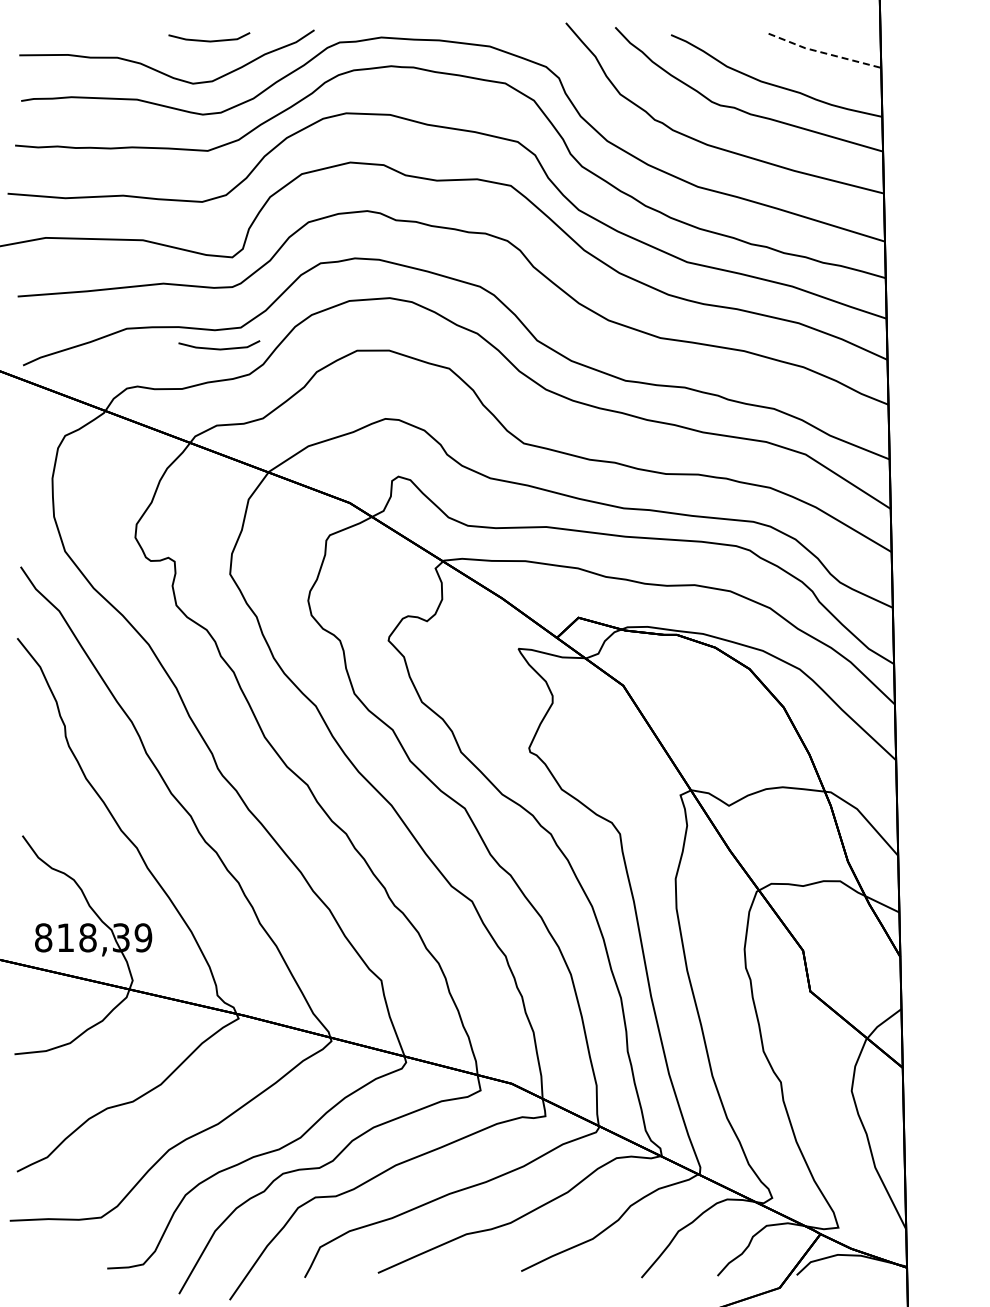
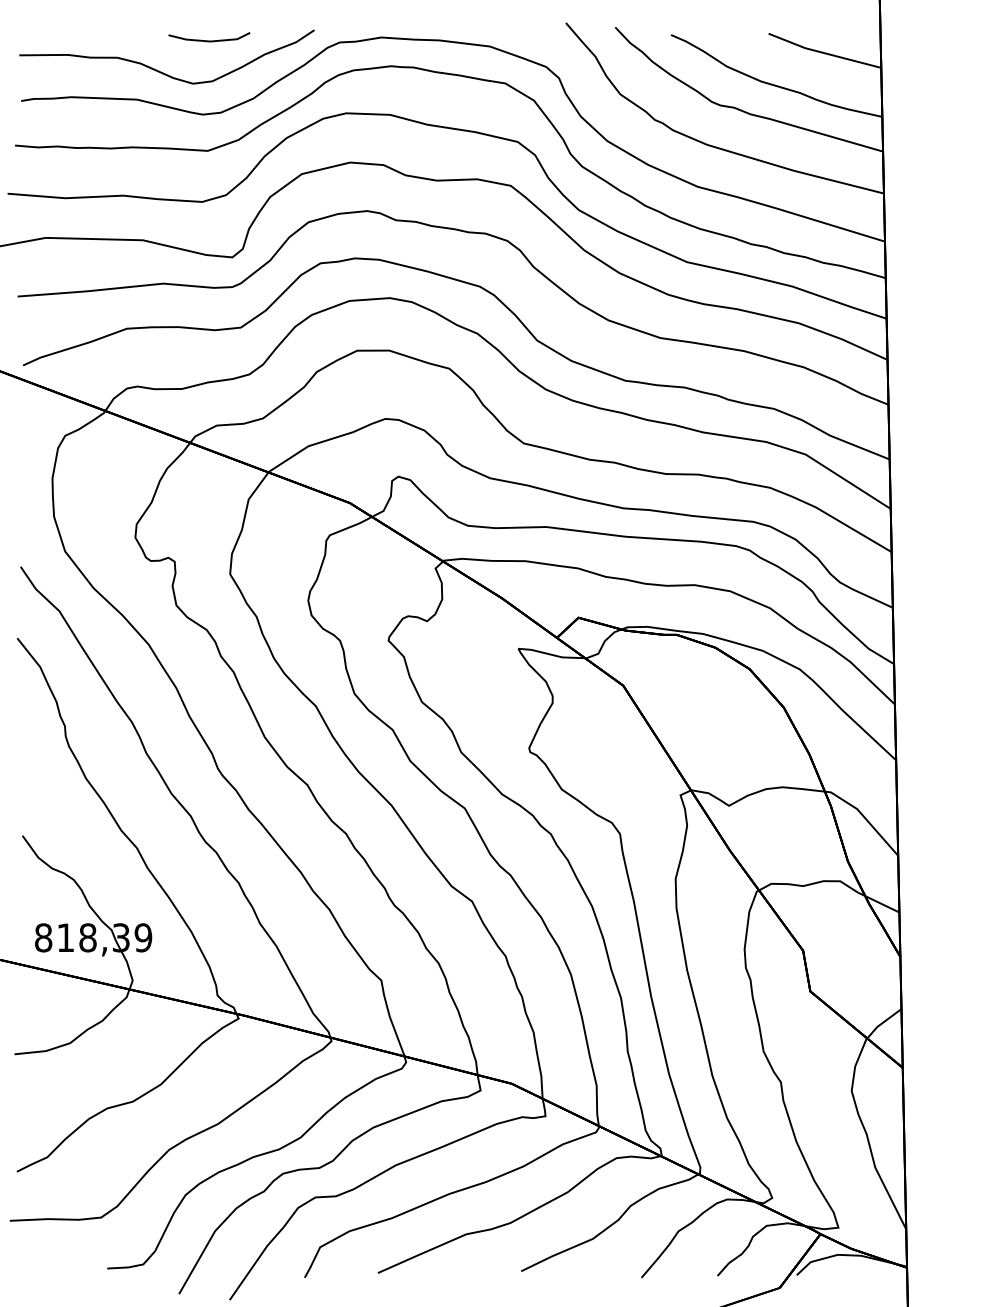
line at (824, 53): dashed -> solid
line at (219, 348): present -> none
